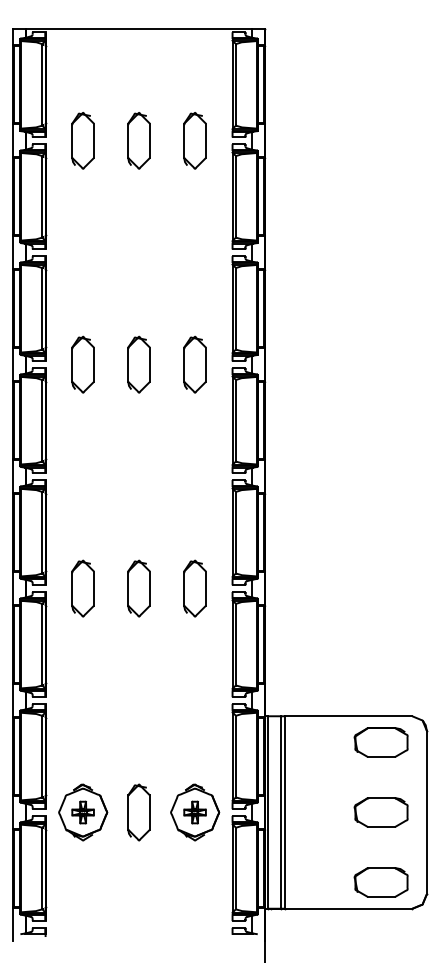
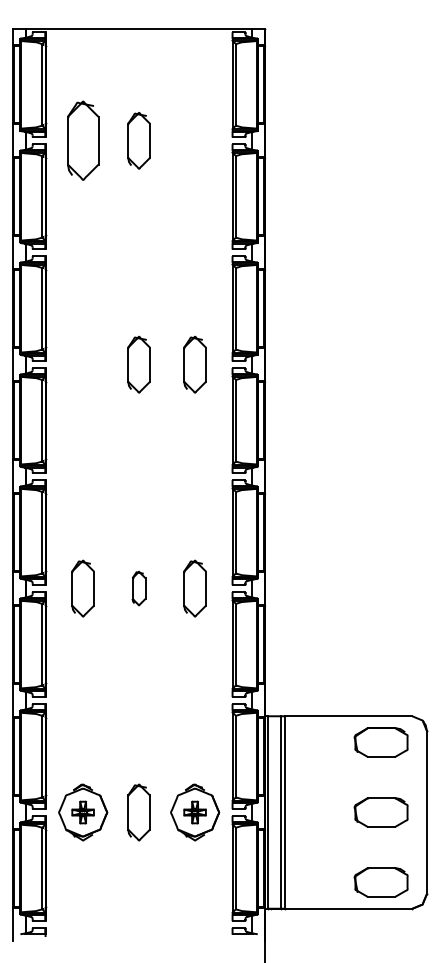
part at (82, 140) size: 24x58 px -> 33x81 px
part at (194, 140): present -> none
part at (82, 364): present -> none
part at (138, 588) size: 24x59 px -> 16x36 px
